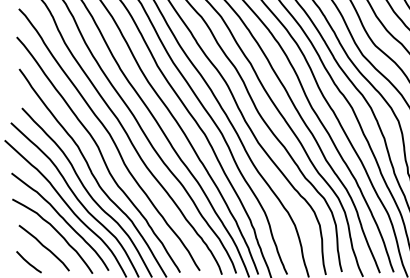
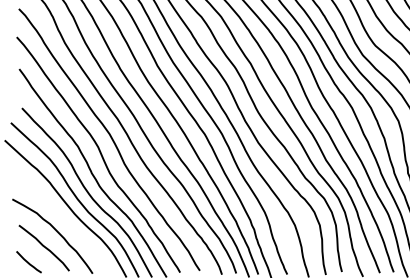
curve at (62, 219): present -> none
